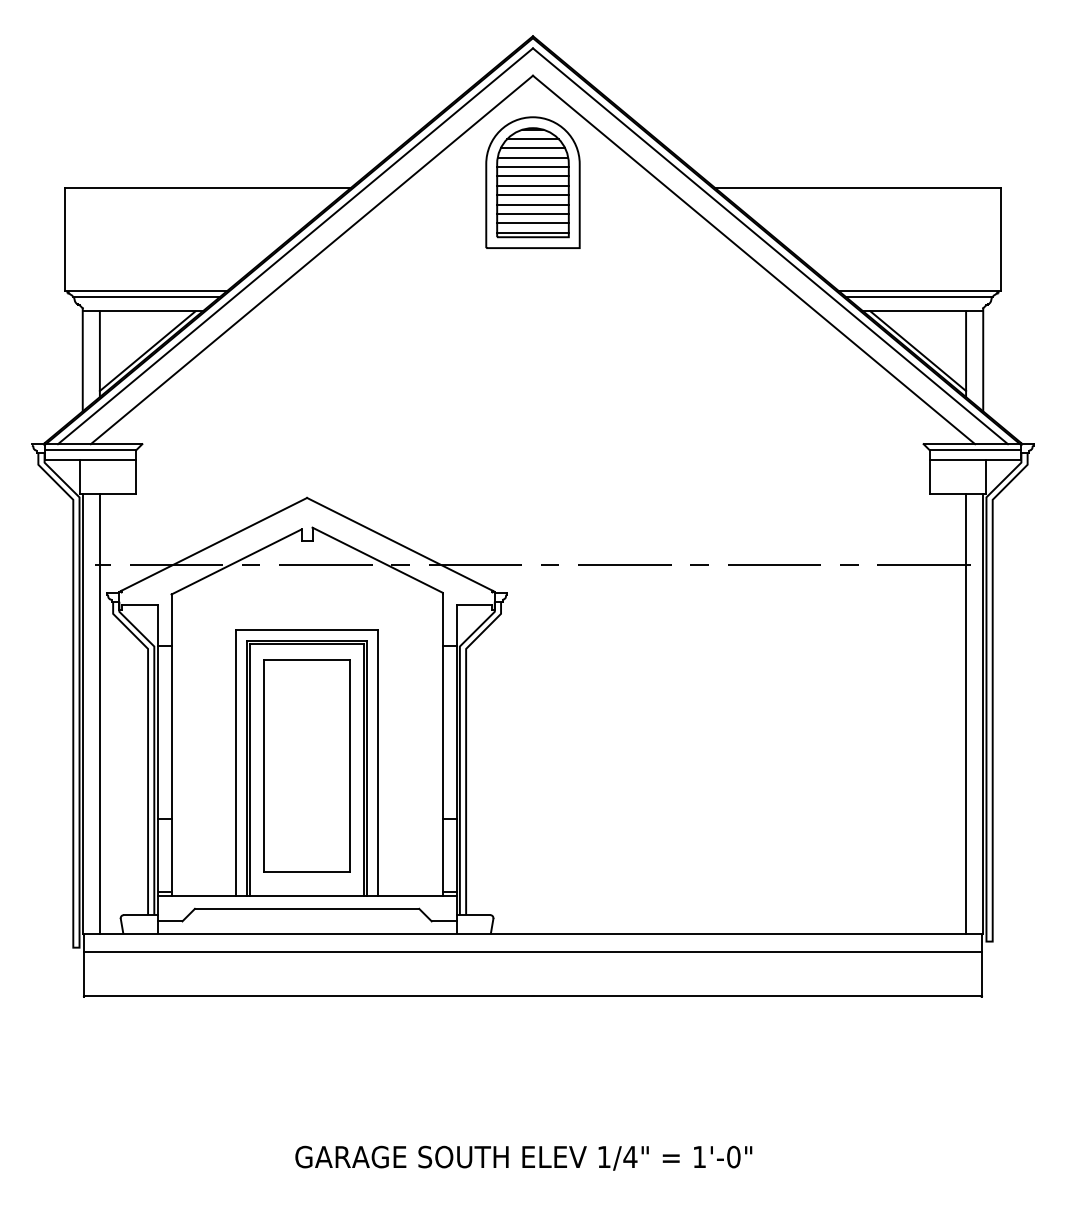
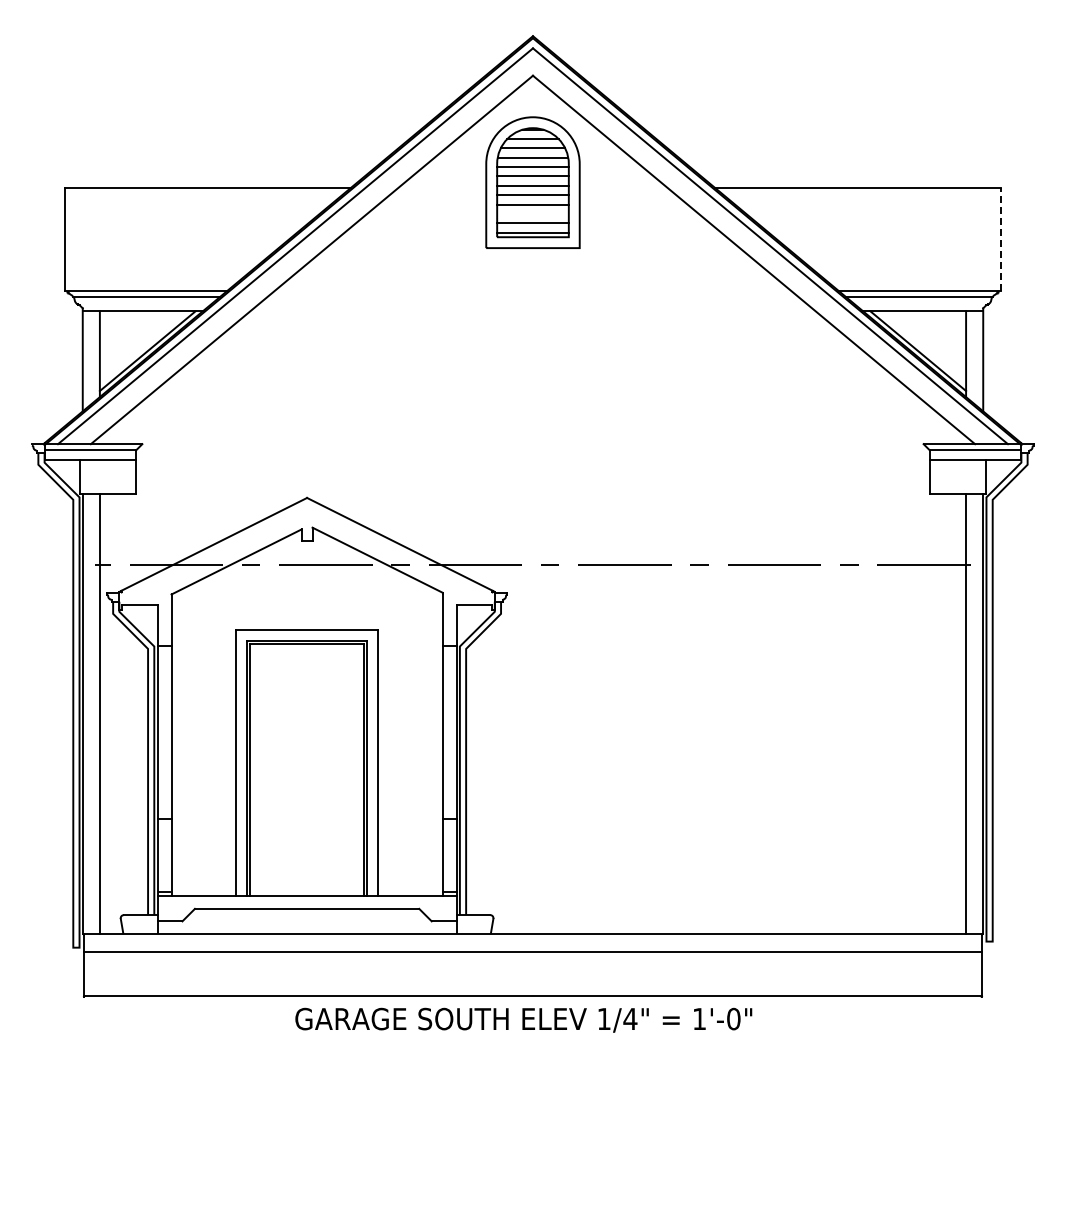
line at (532, 213): present -> none
line at (1000, 239): solid -> dashed
part at (306, 765): present -> none
text at (523, 1157) position: (523, 1157) -> (523, 1019)
